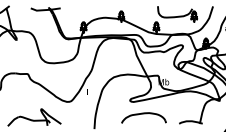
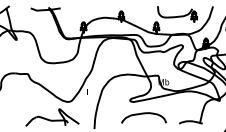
part at (34, 117) position: (34, 117) -> (52, 117)
